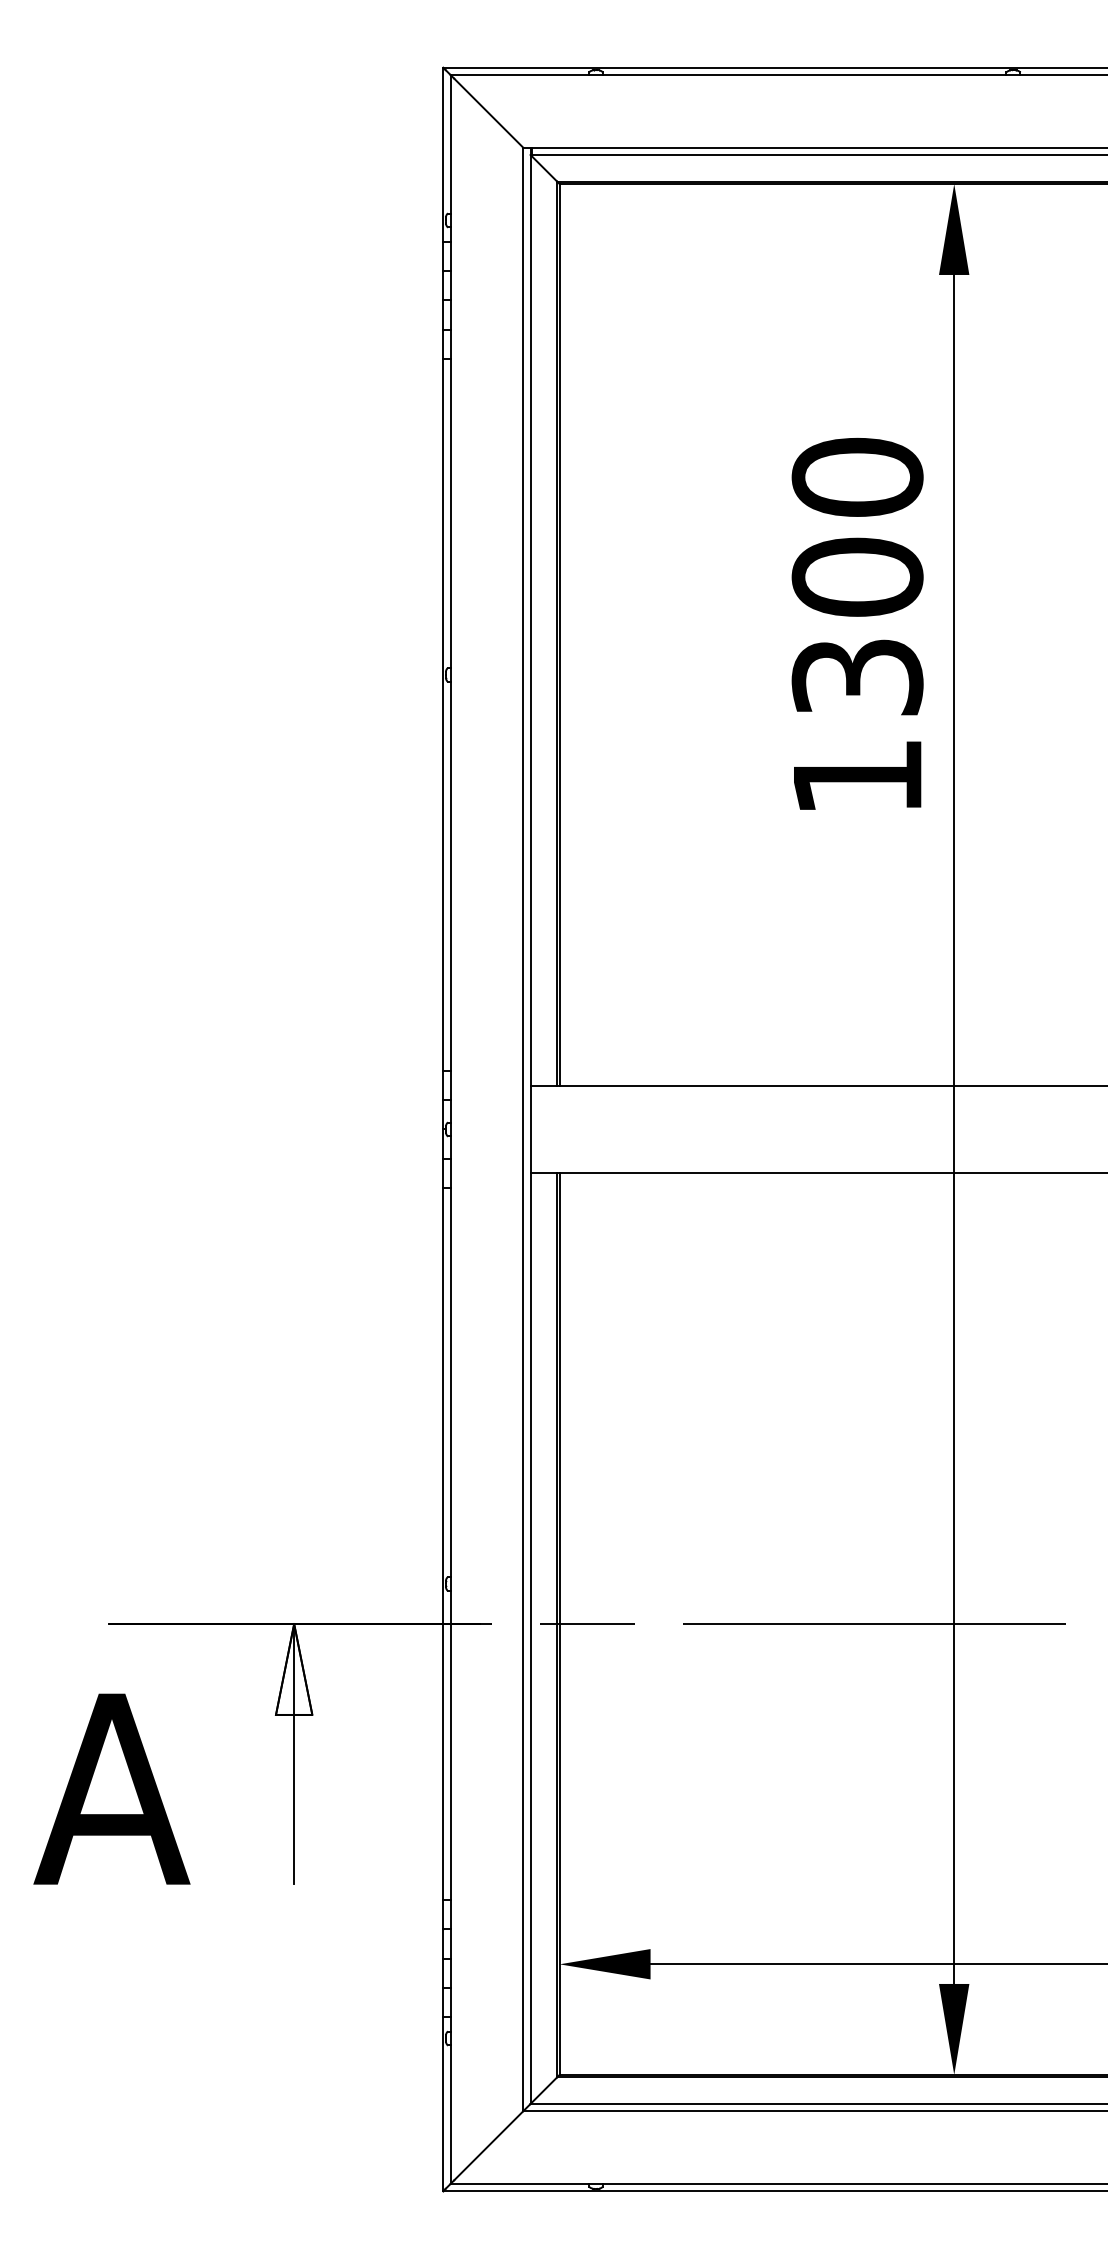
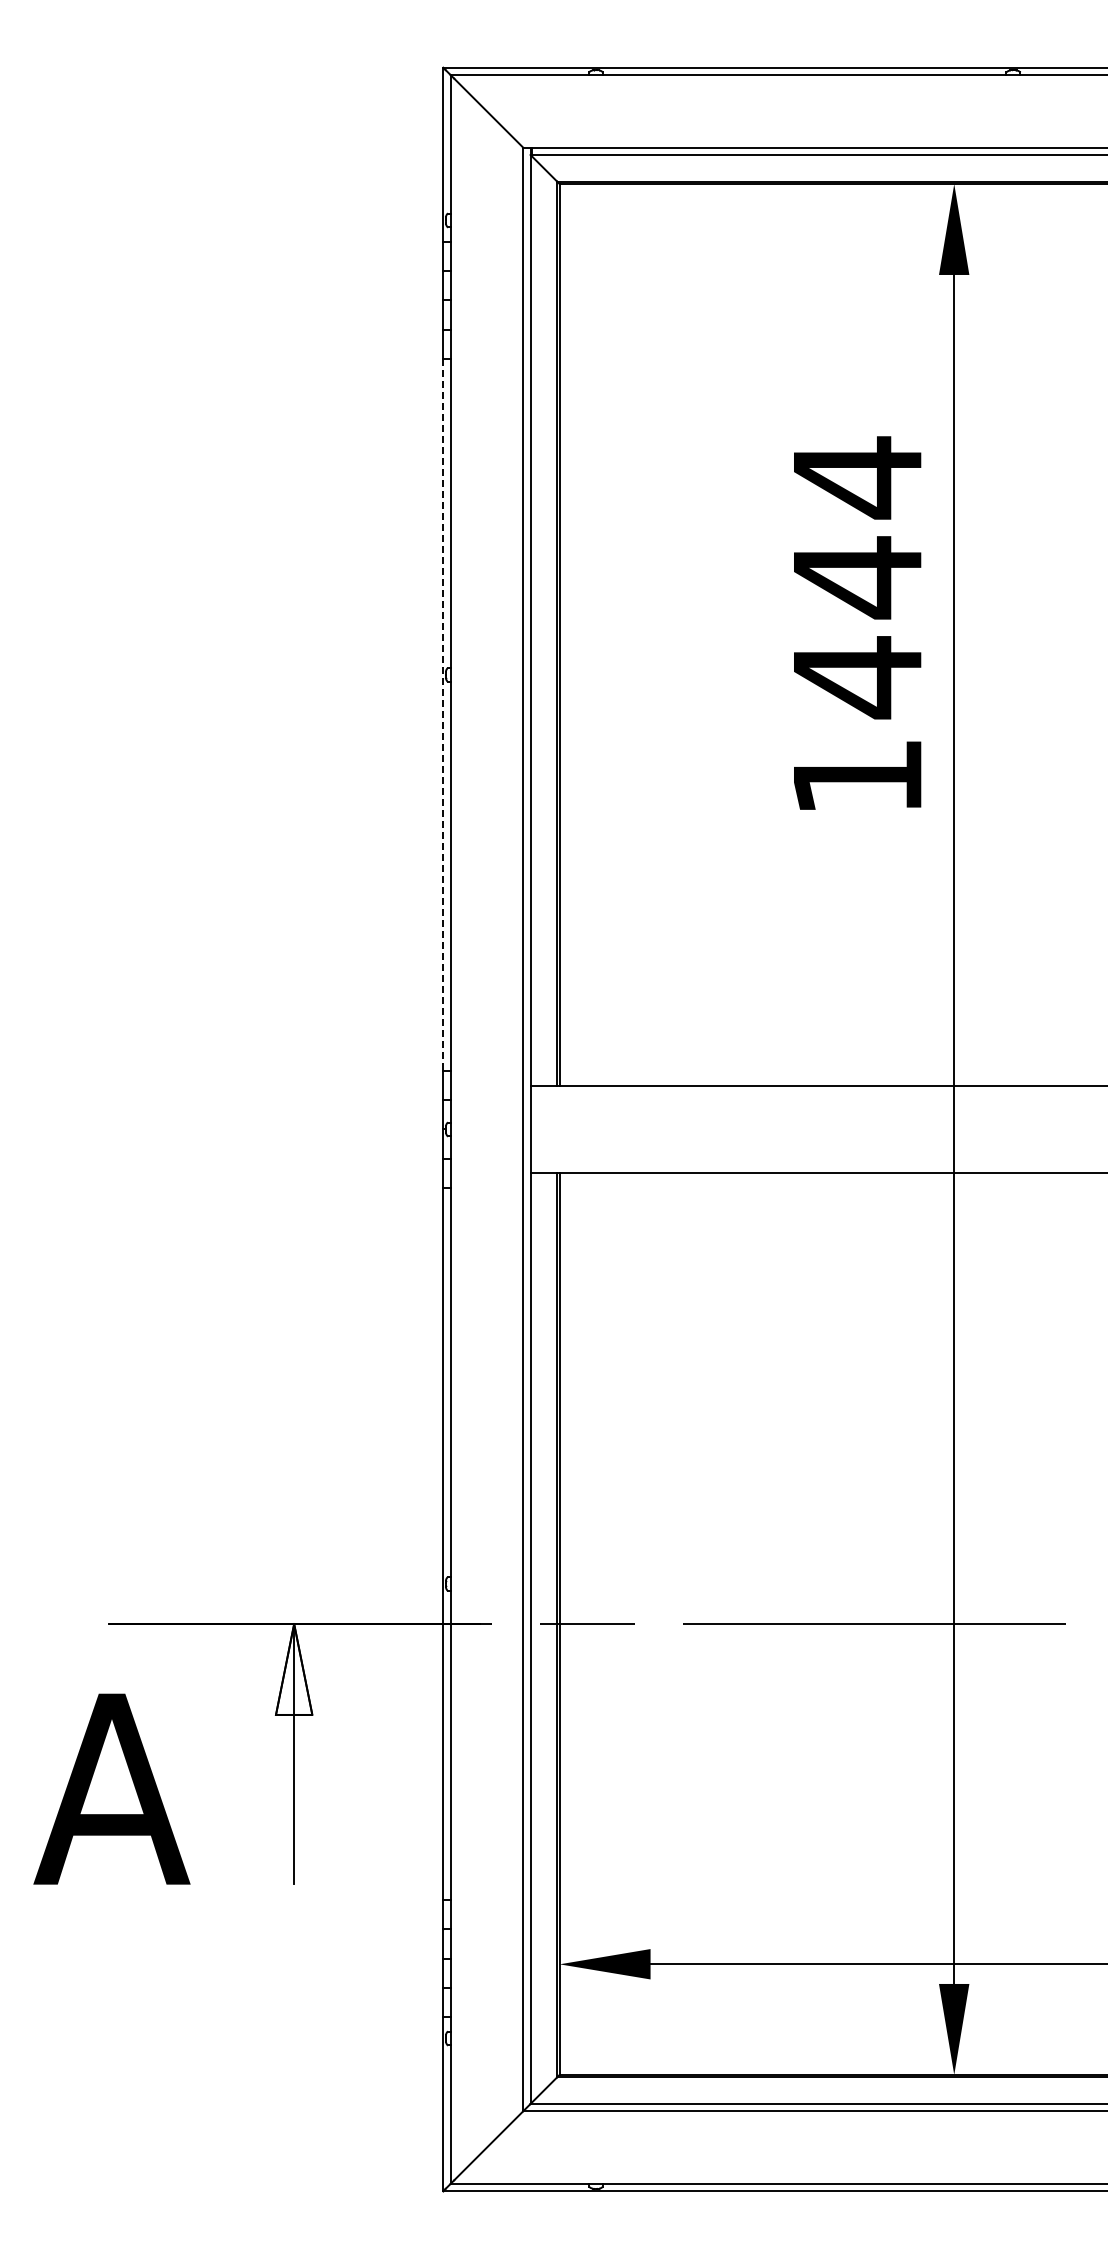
text at (857, 577): 1300 -> 1444
line at (443, 715): solid -> dashed
